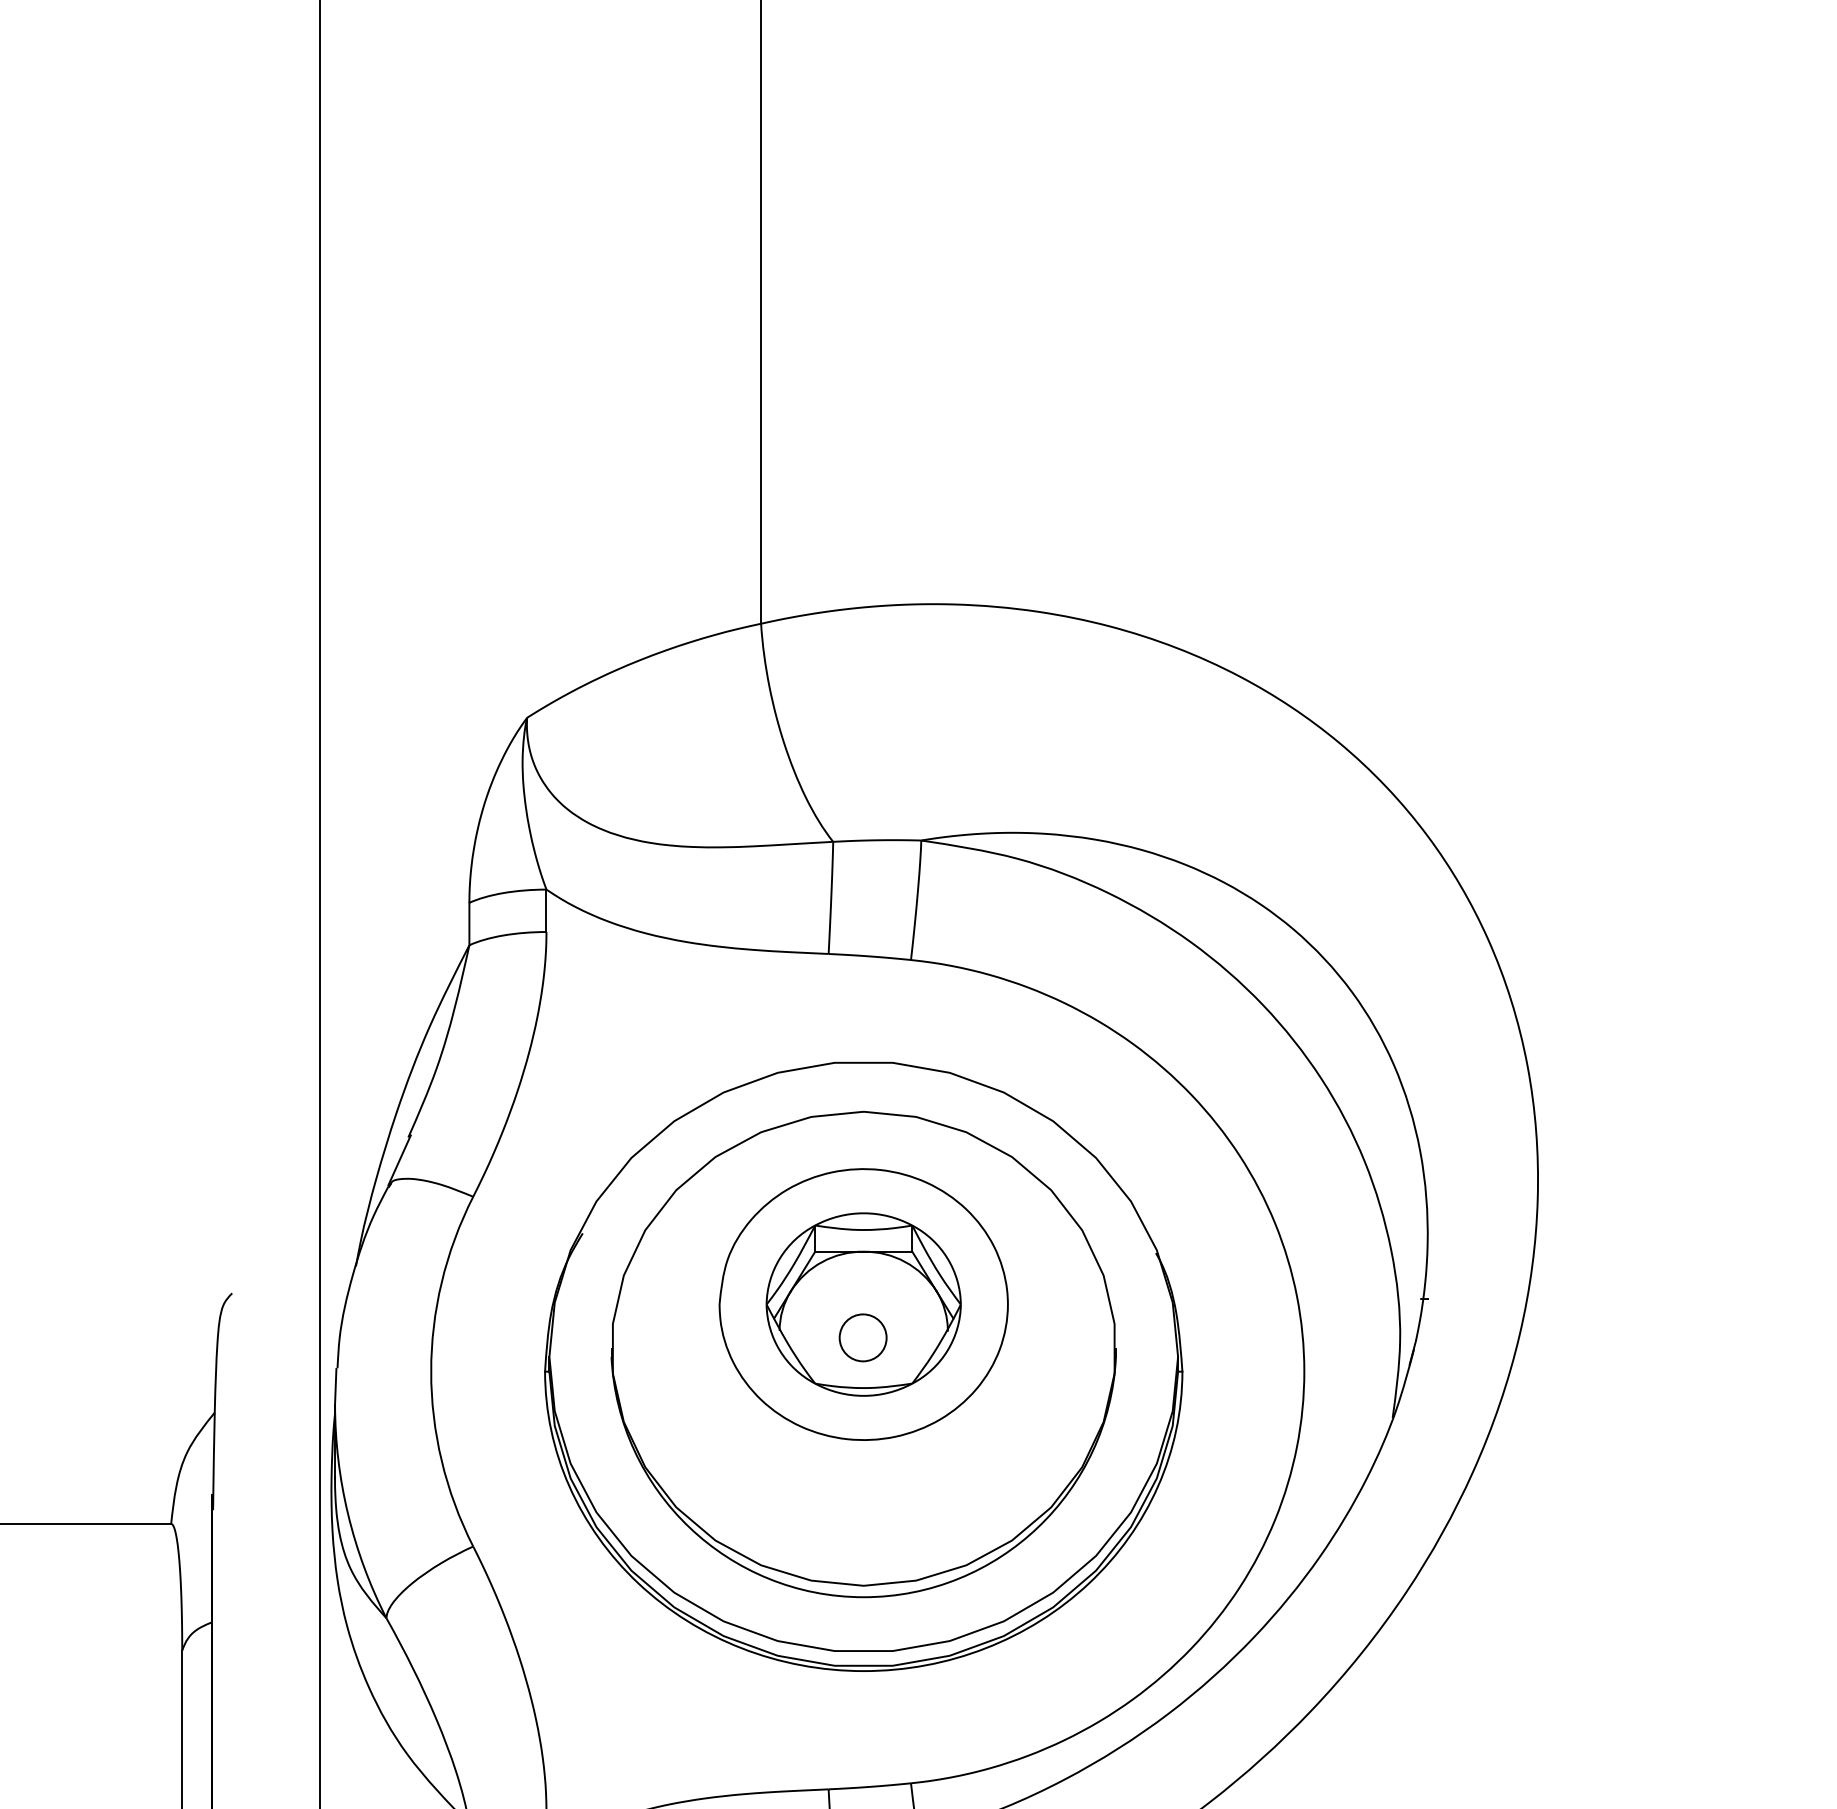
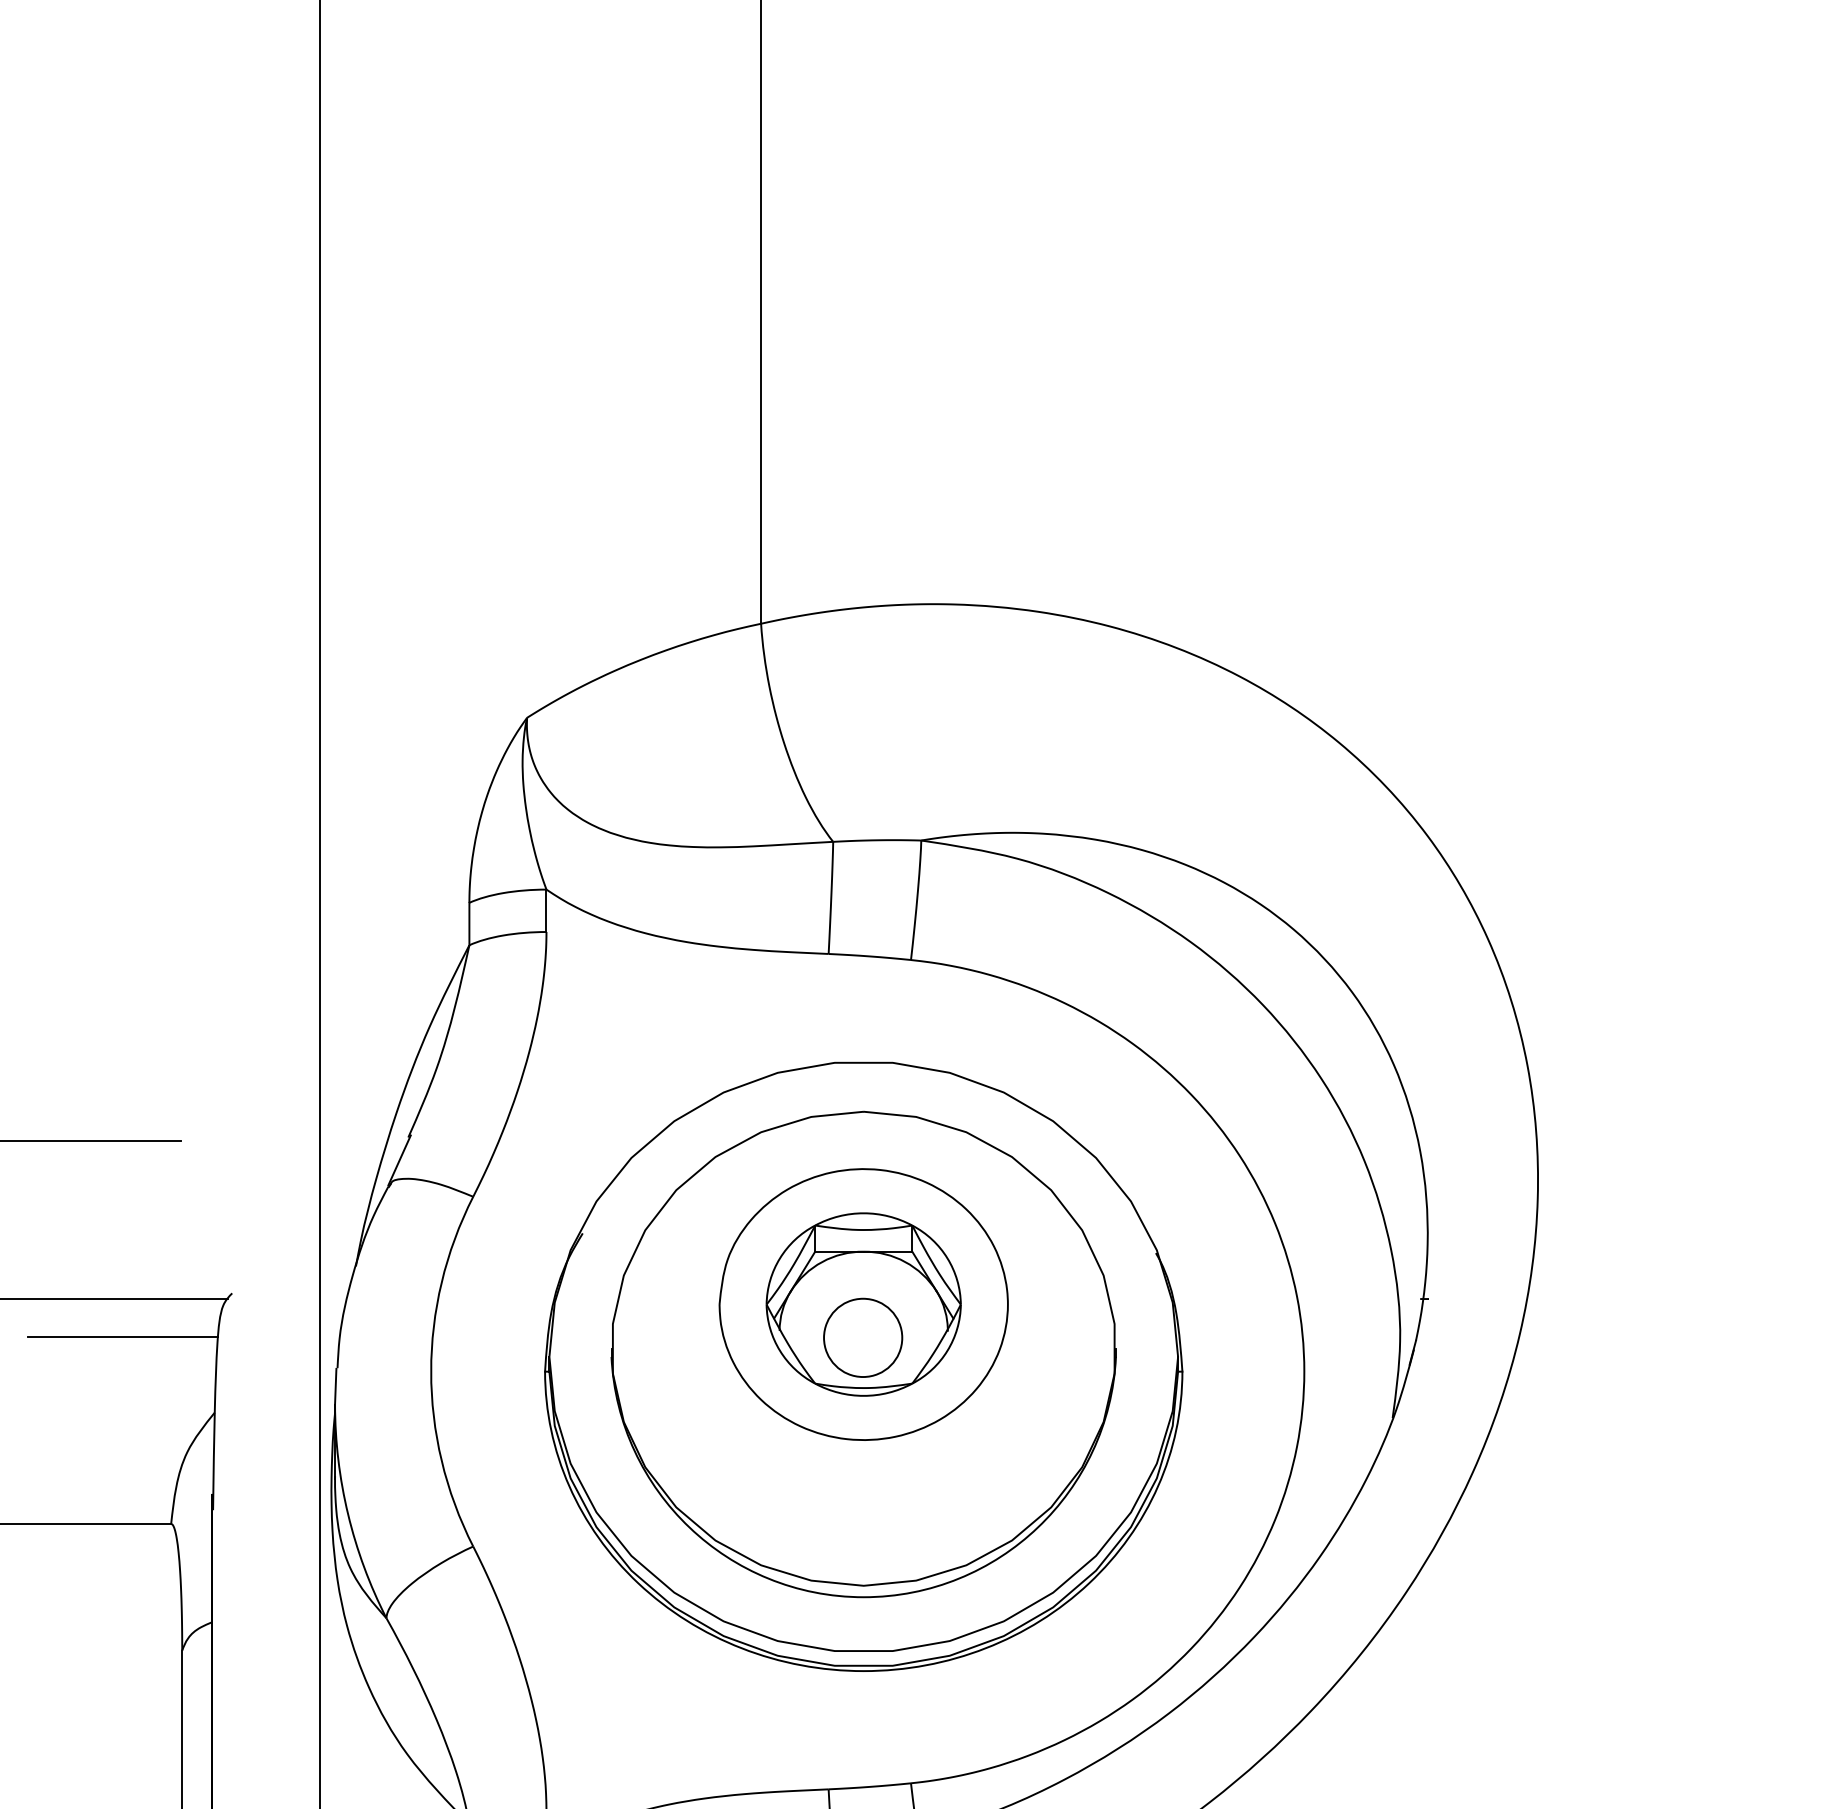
line at (91, 1140): none -> present
line at (115, 1299): none -> present
line at (122, 1337): none -> present
circle at (862, 1337) diameter: 47 px -> 78 px
